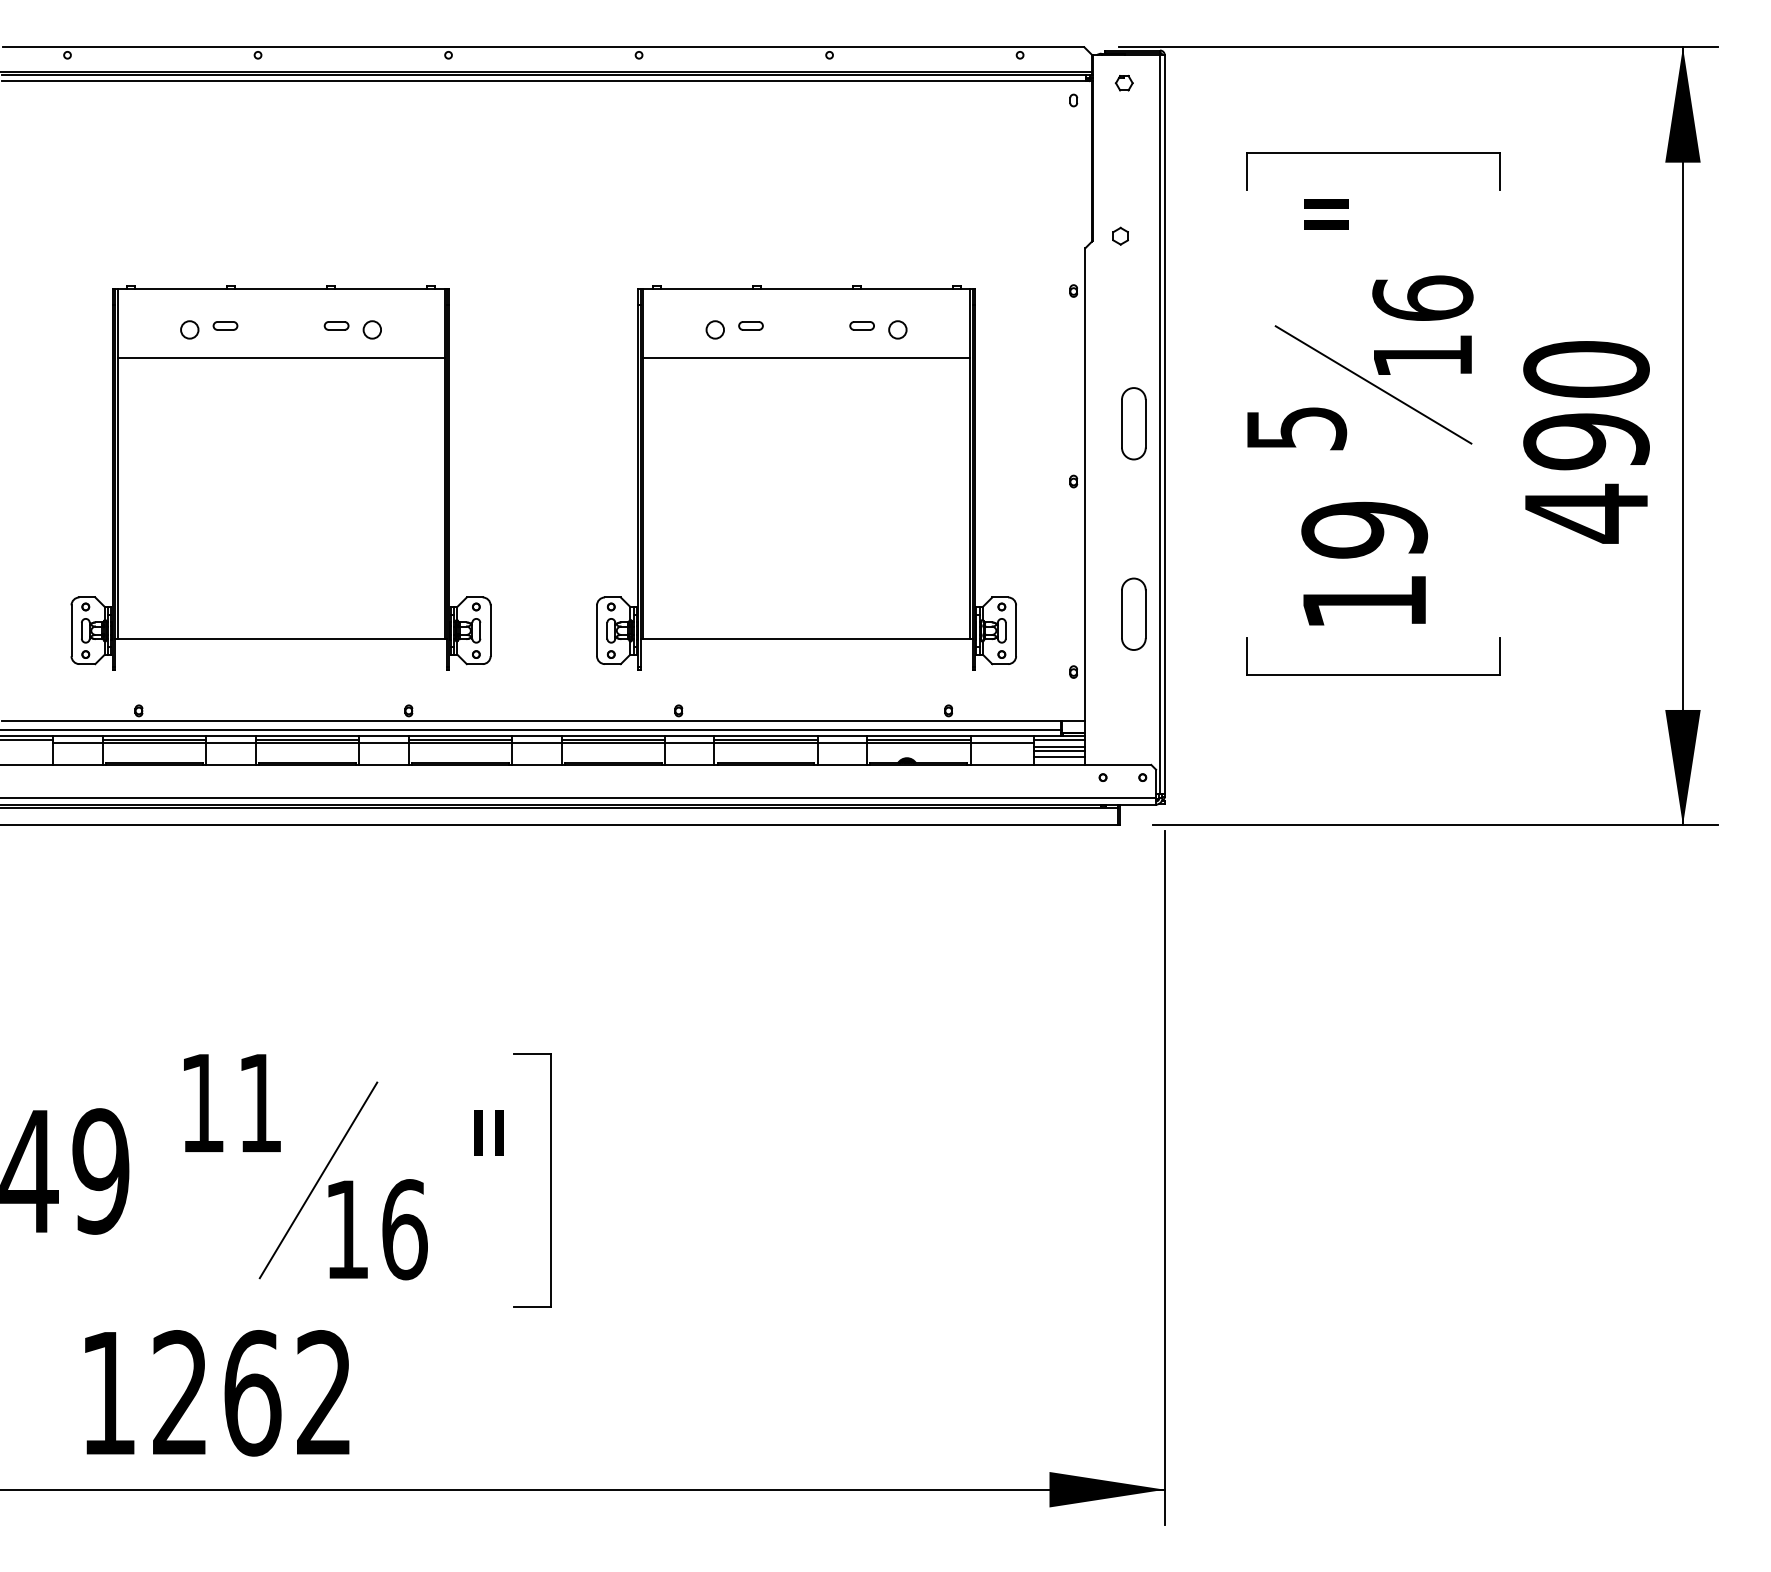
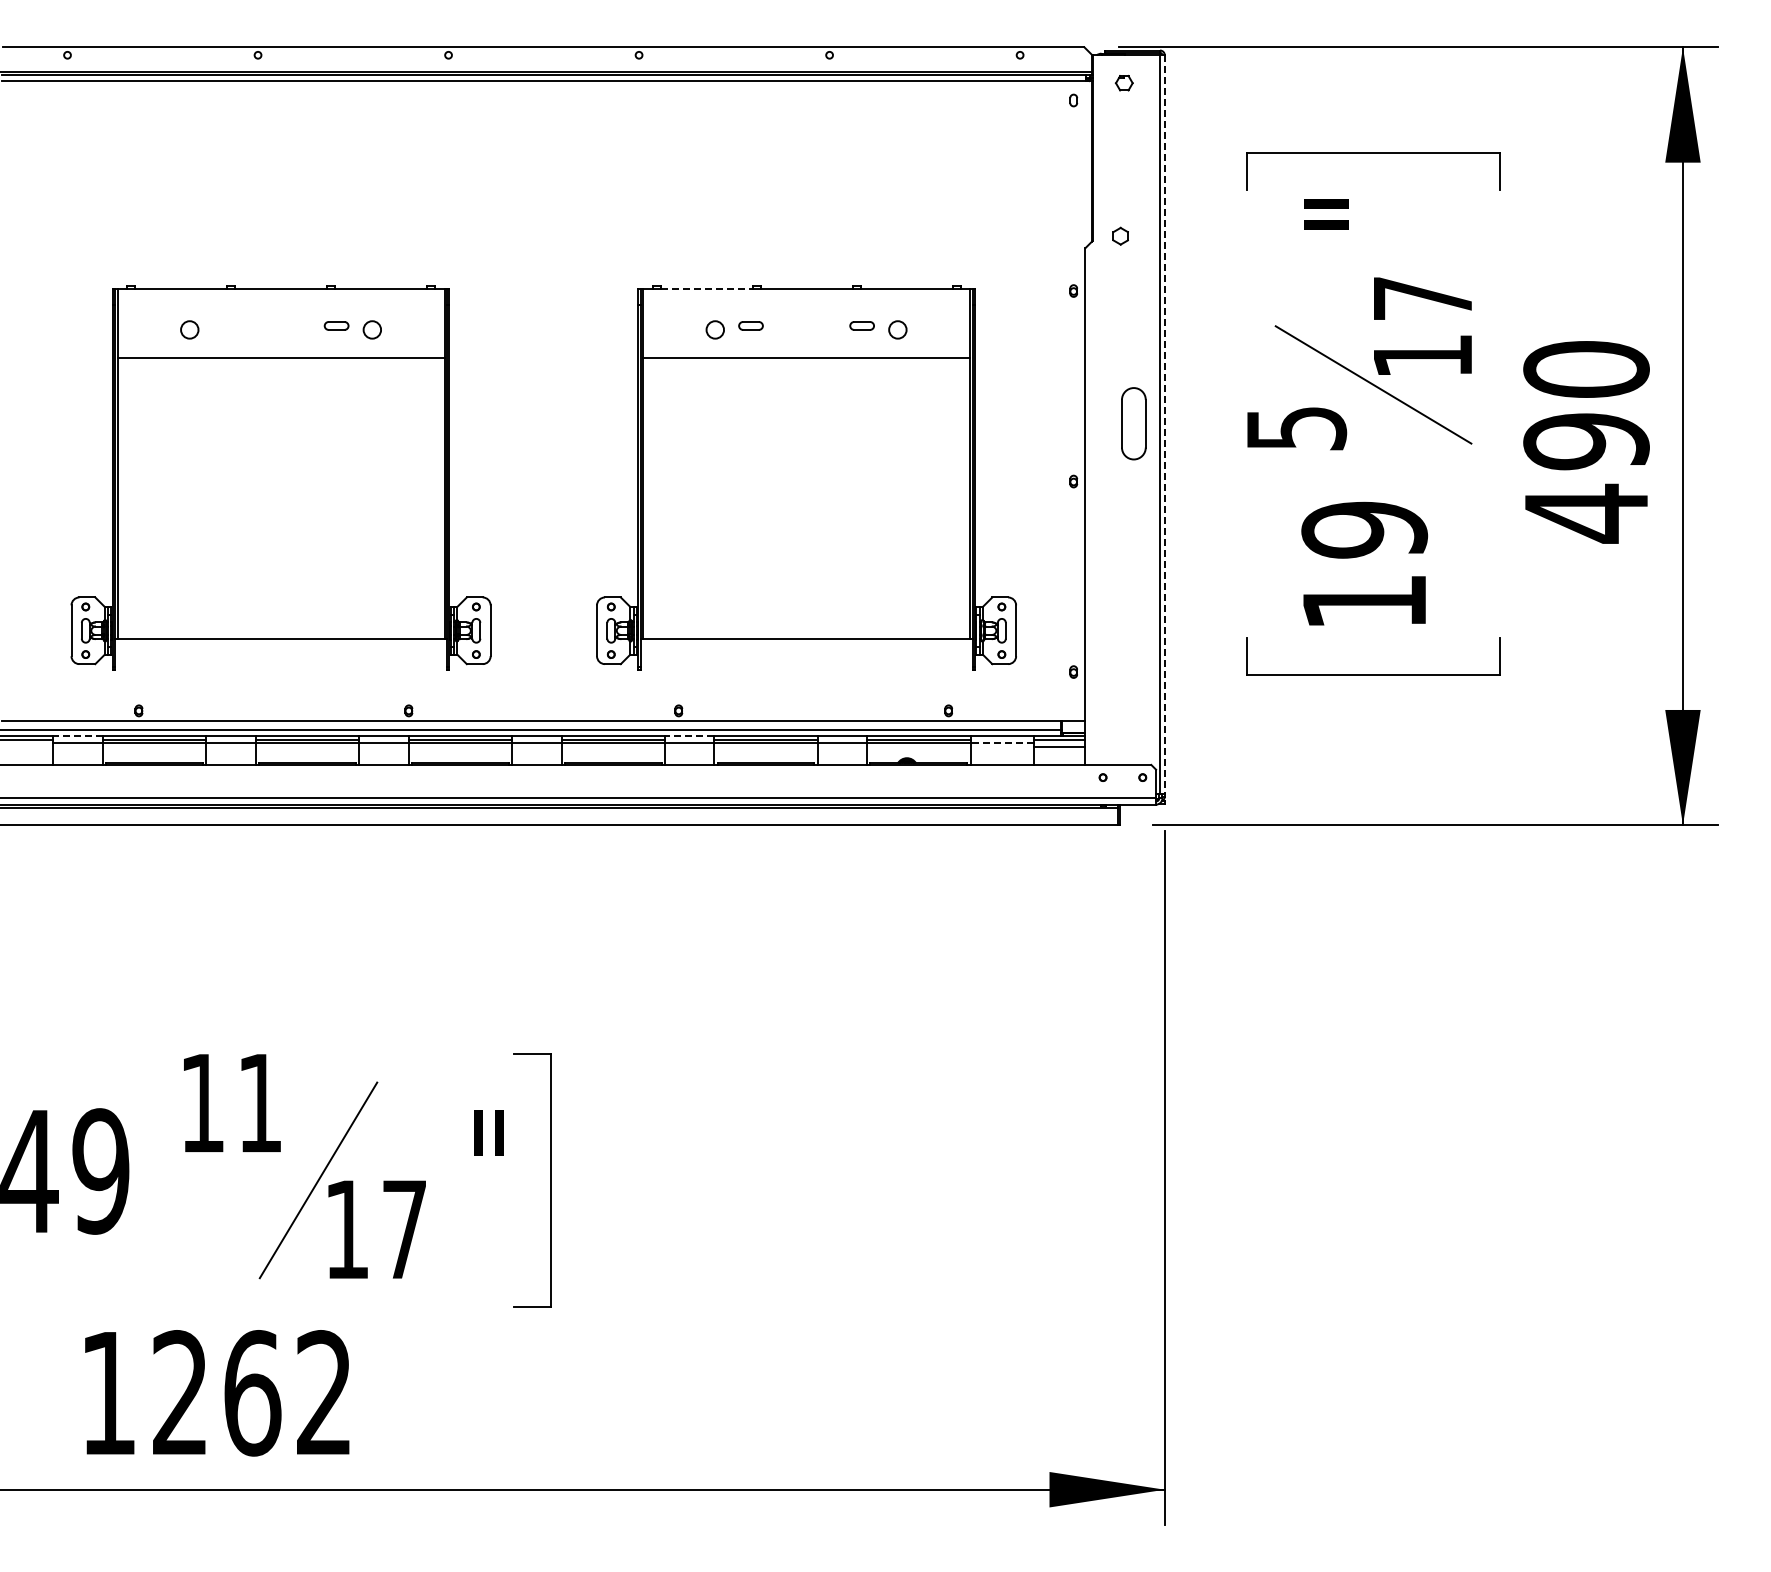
line at (707, 289): solid -> dashed
text at (1422, 297): 16 -> 17
part at (225, 325): present -> none
line at (1164, 424): solid -> dashed
part at (1133, 613): present -> none
line at (77, 736): solid -> dashed
line at (689, 736): solid -> dashed
line at (1002, 742): solid -> dashed
line at (1059, 750): present -> none
line at (1059, 757): present -> none
text at (404, 1229): 16 -> 17
